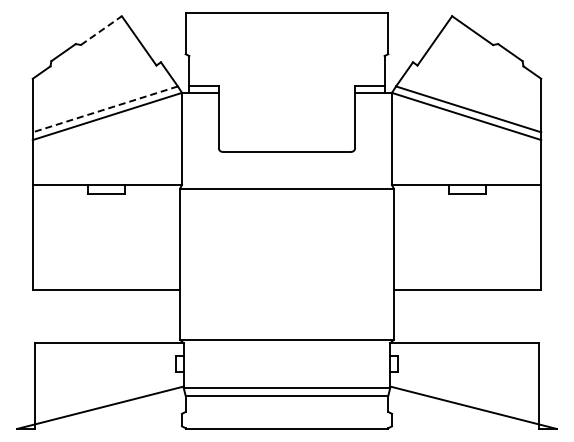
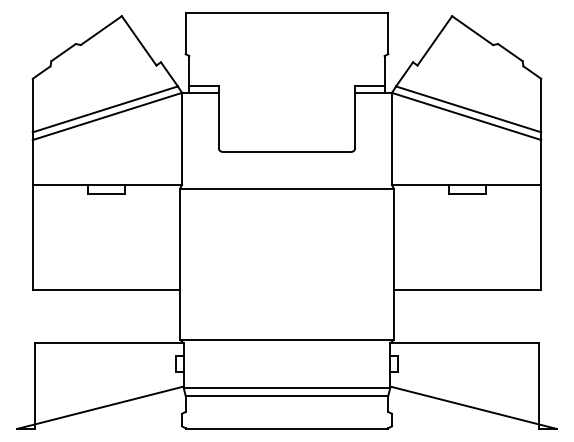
line at (101, 30): dashed -> solid
line at (104, 109): dashed -> solid
